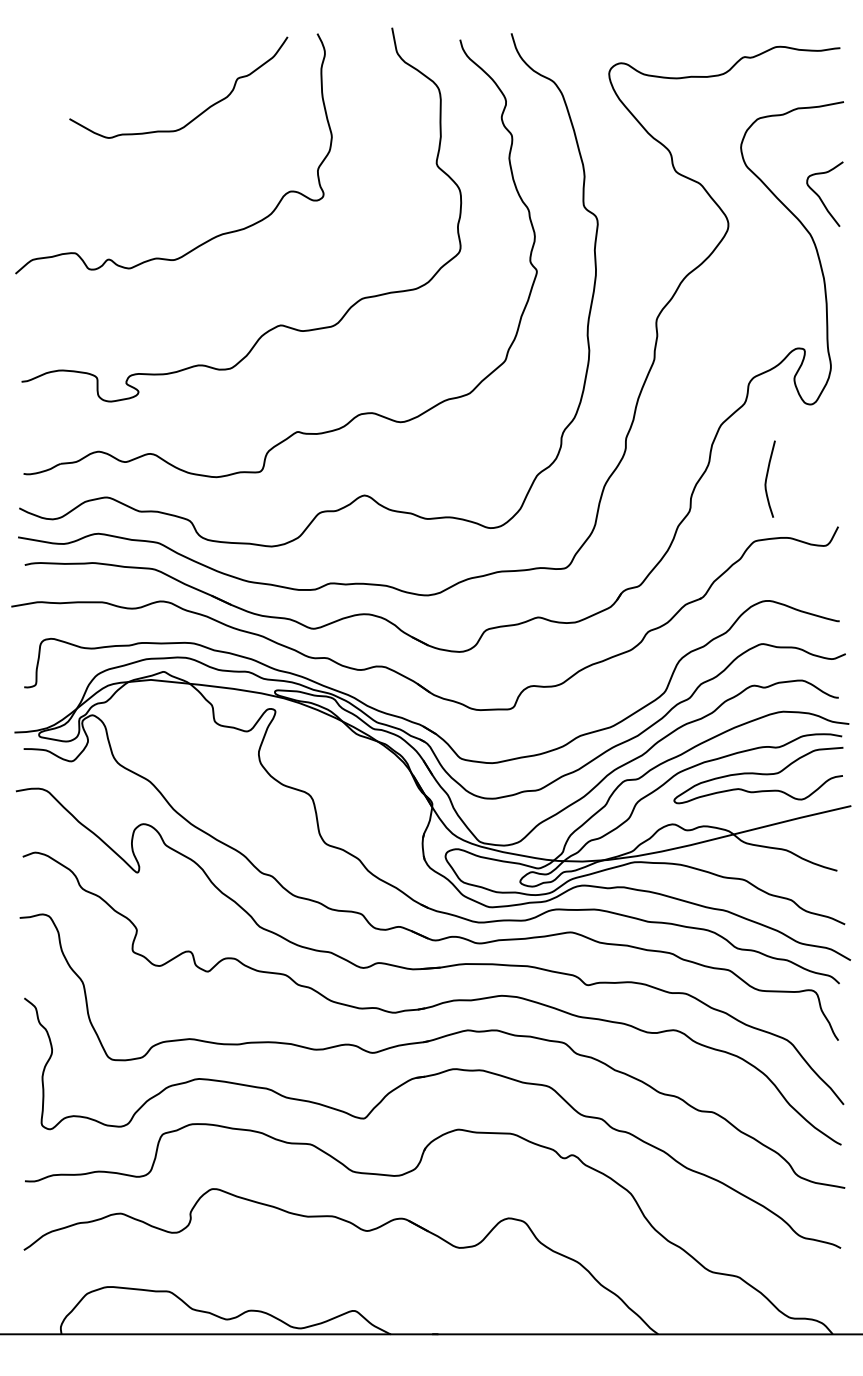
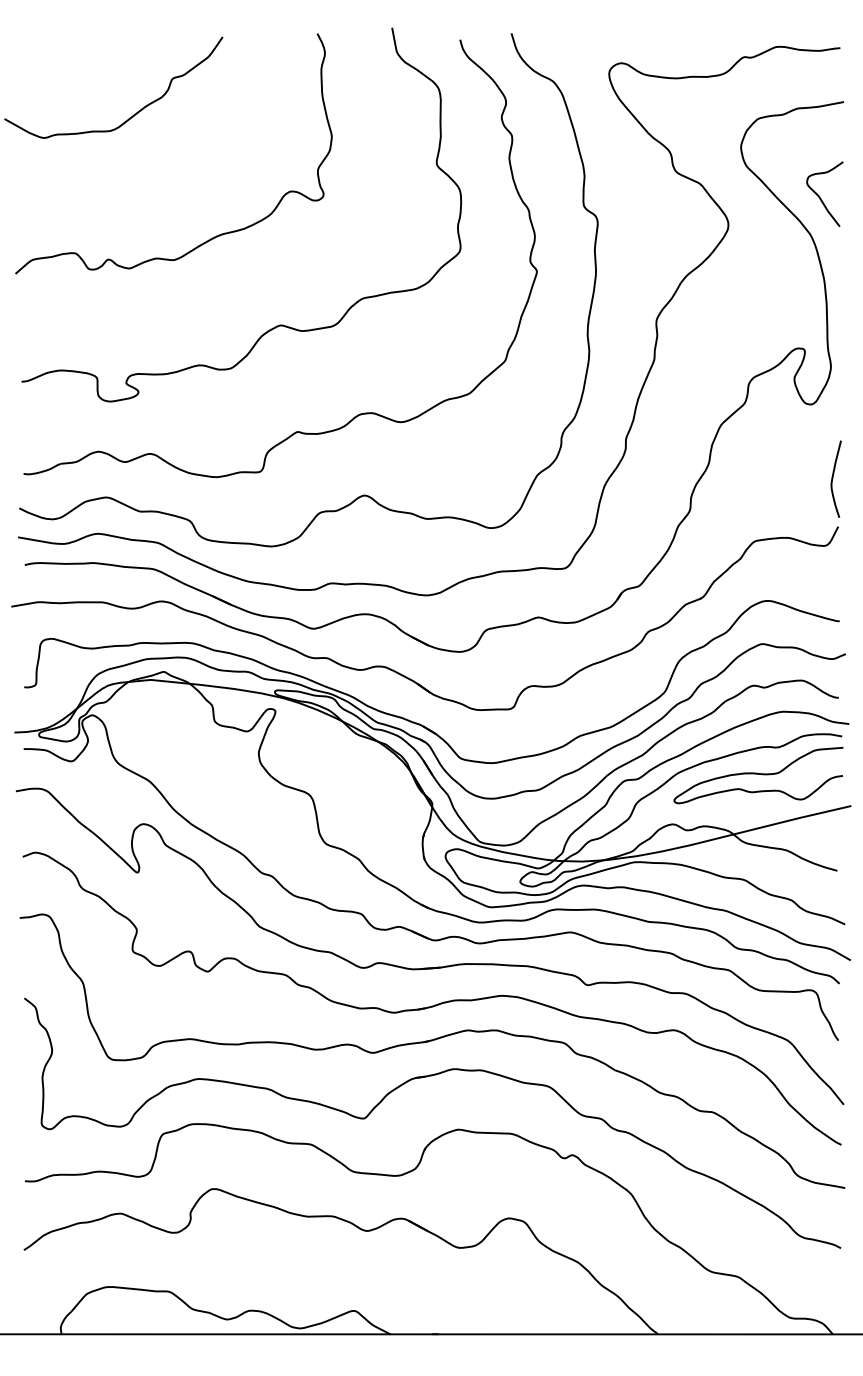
curve at (198, 114) position: (198, 114) -> (133, 114)
curve at (767, 478) position: (767, 478) -> (833, 478)
